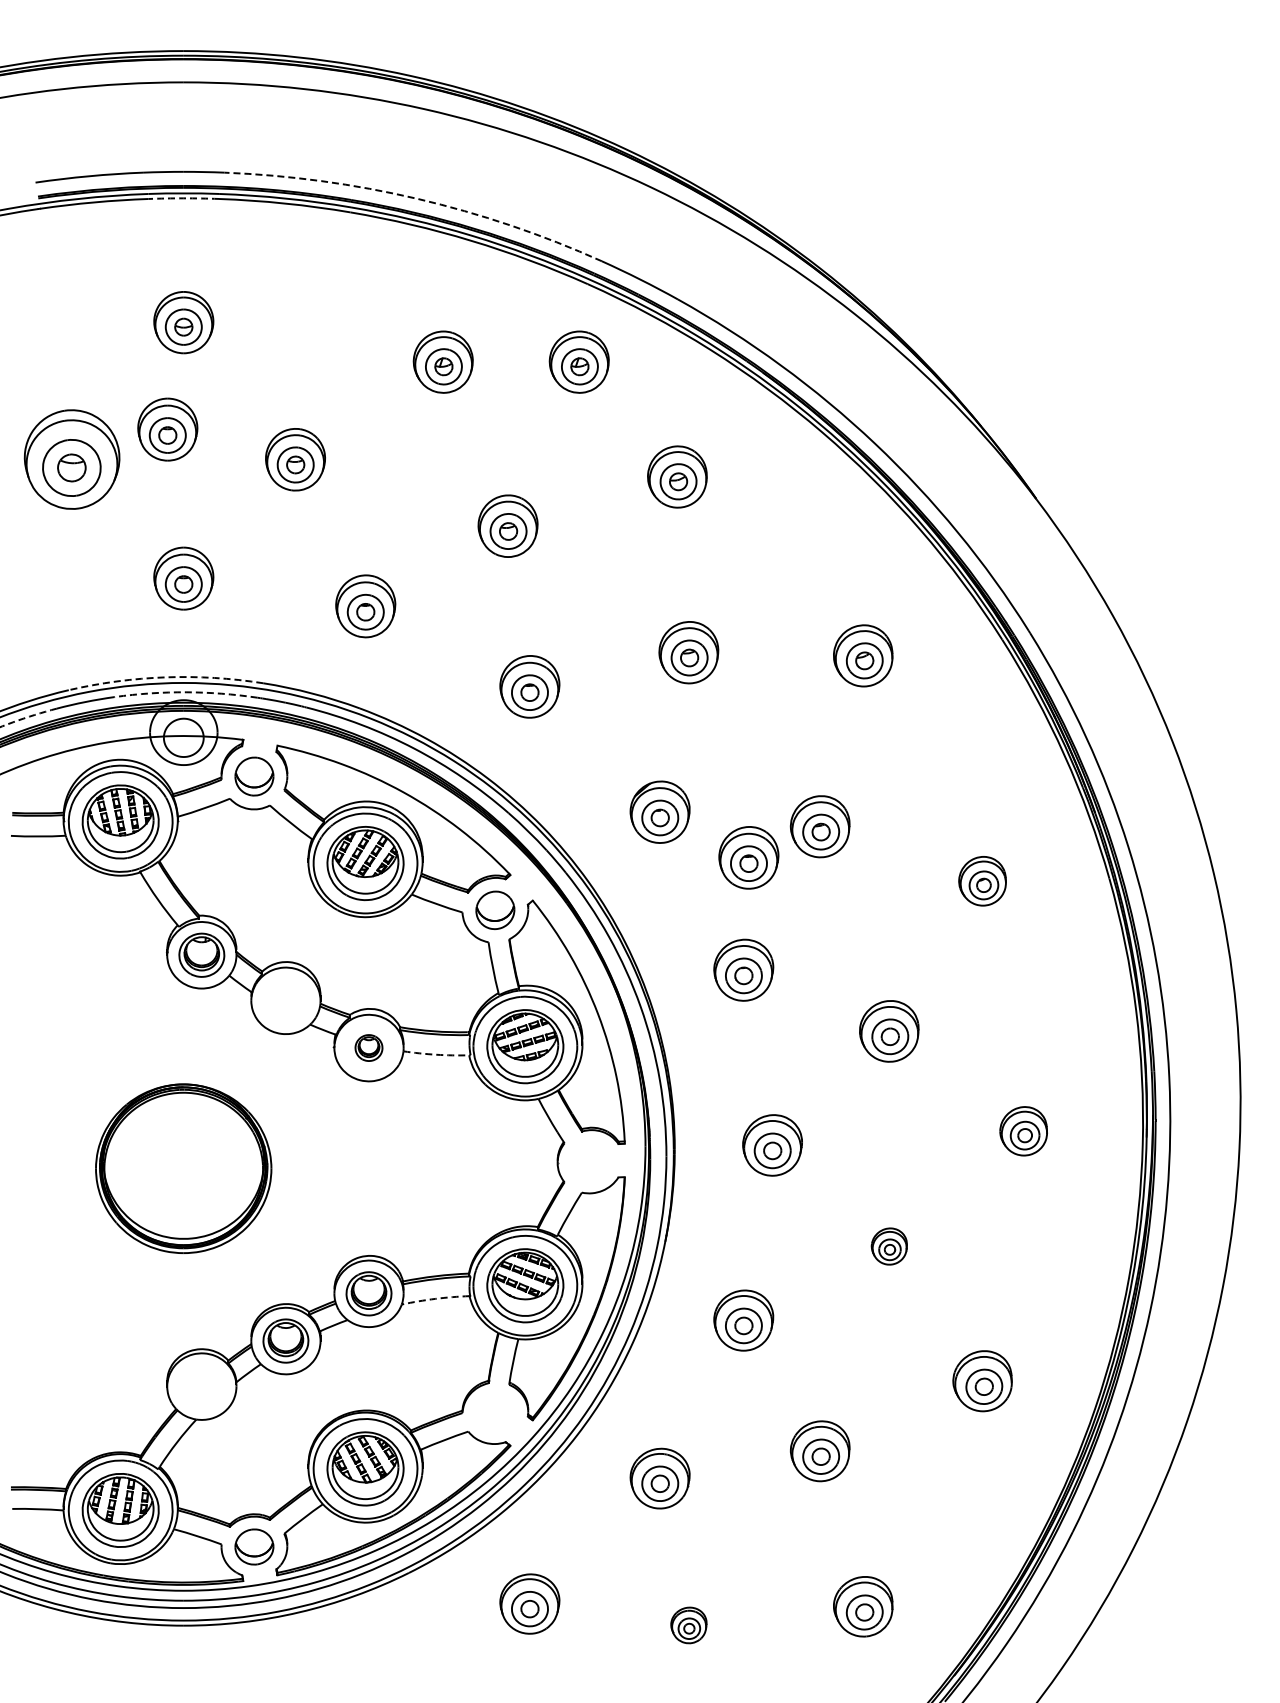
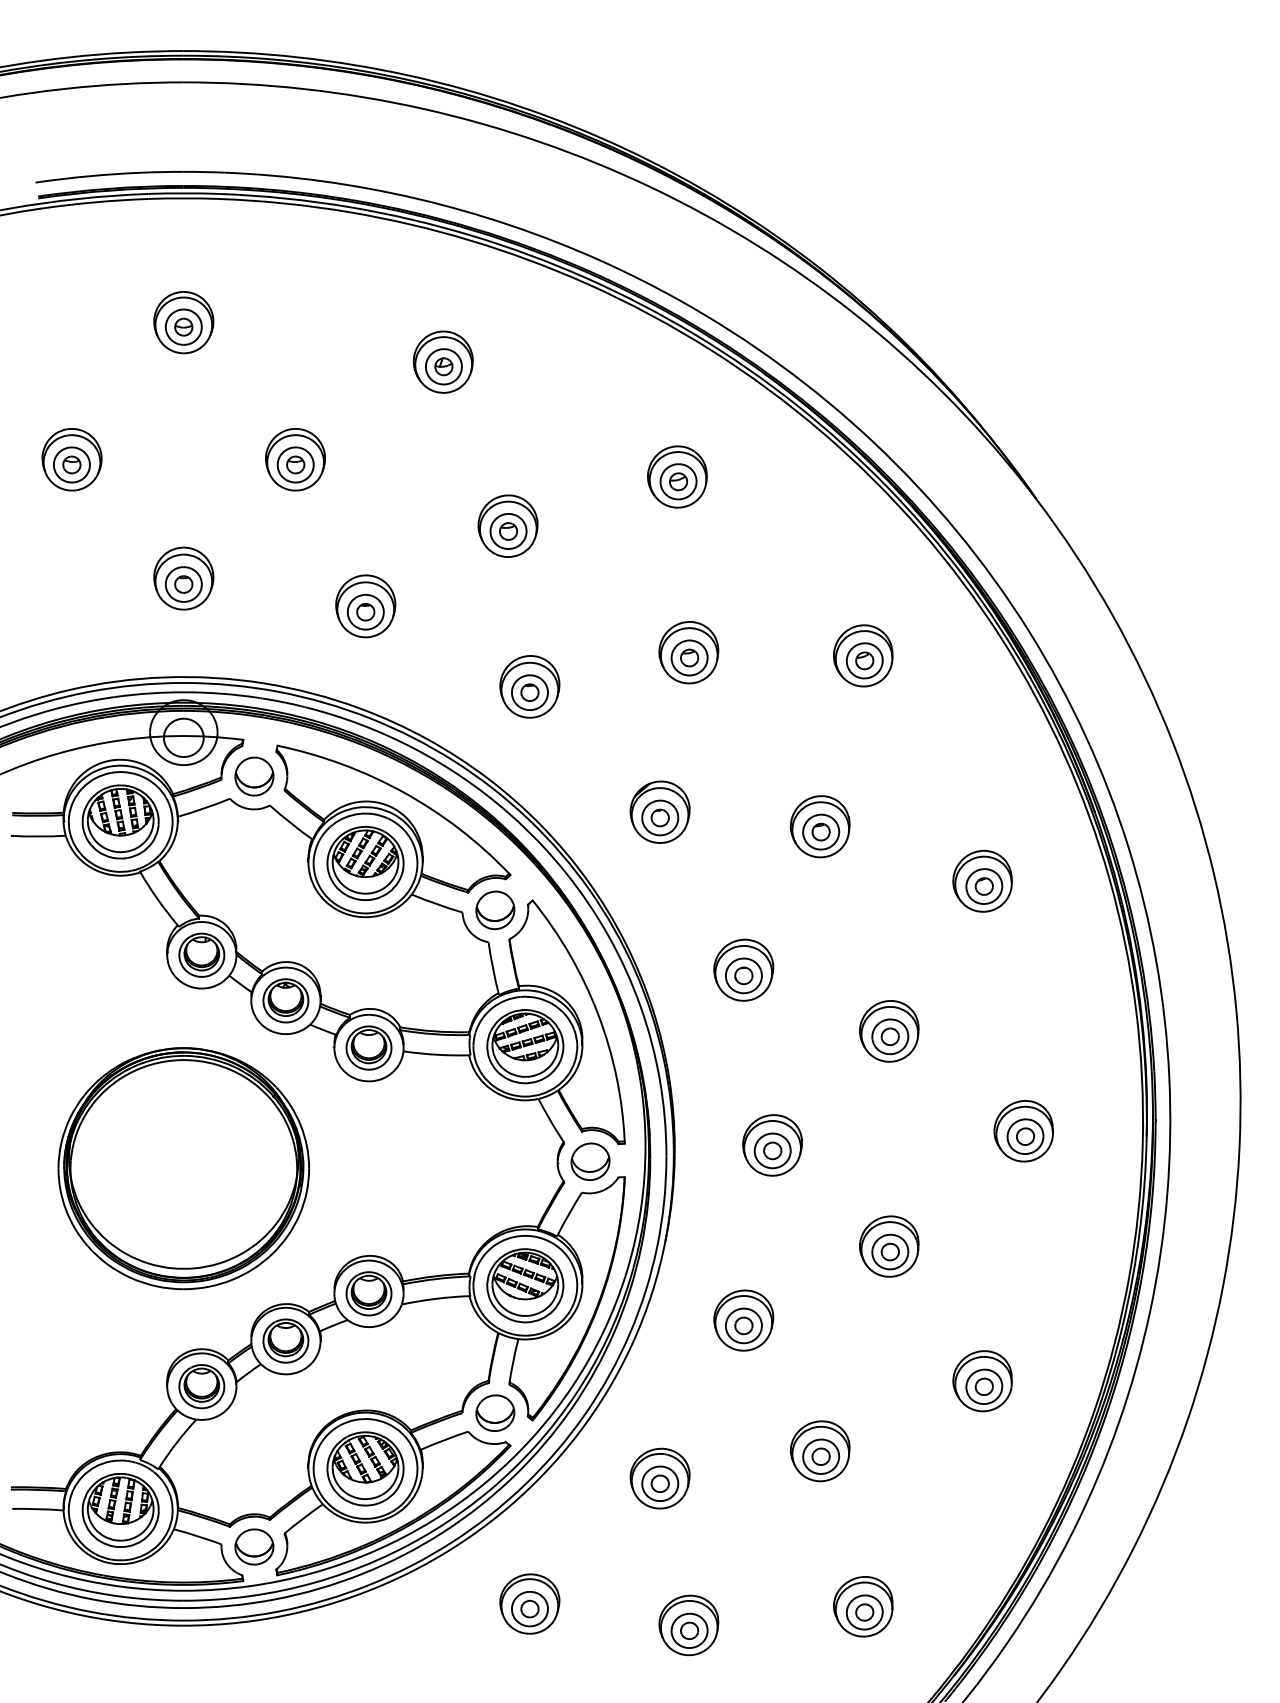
arc at (183, 198): dashed -> solid
arc at (417, 198): dashed -> solid
part at (578, 361): present -> none
part at (167, 429): present -> none
part at (71, 459) size: 98x101 px -> 62x64 px
arc at (165, 677): dashed -> solid
arc at (186, 692): dashed -> solid
arc at (28, 717): dashed -> solid
part at (748, 857): present -> none
part at (982, 881) size: 49x51 px -> 61x64 px
part at (285, 1000): none -> present
part at (368, 1047) size: 30x28 px -> 48x46 px
arc at (436, 1054): dashed -> solid
part at (1023, 1131) size: 49x51 px -> 61x63 px
part at (590, 1161): none -> present
part at (183, 1168) size: 178x171 px -> 253x244 px
part at (888, 1246) size: 38x39 px -> 61x63 px
arc at (435, 1298): dashed -> solid
part at (201, 1386): none -> present
part at (495, 1412): none -> present
part at (688, 1625) size: 38x39 px -> 62x63 px
